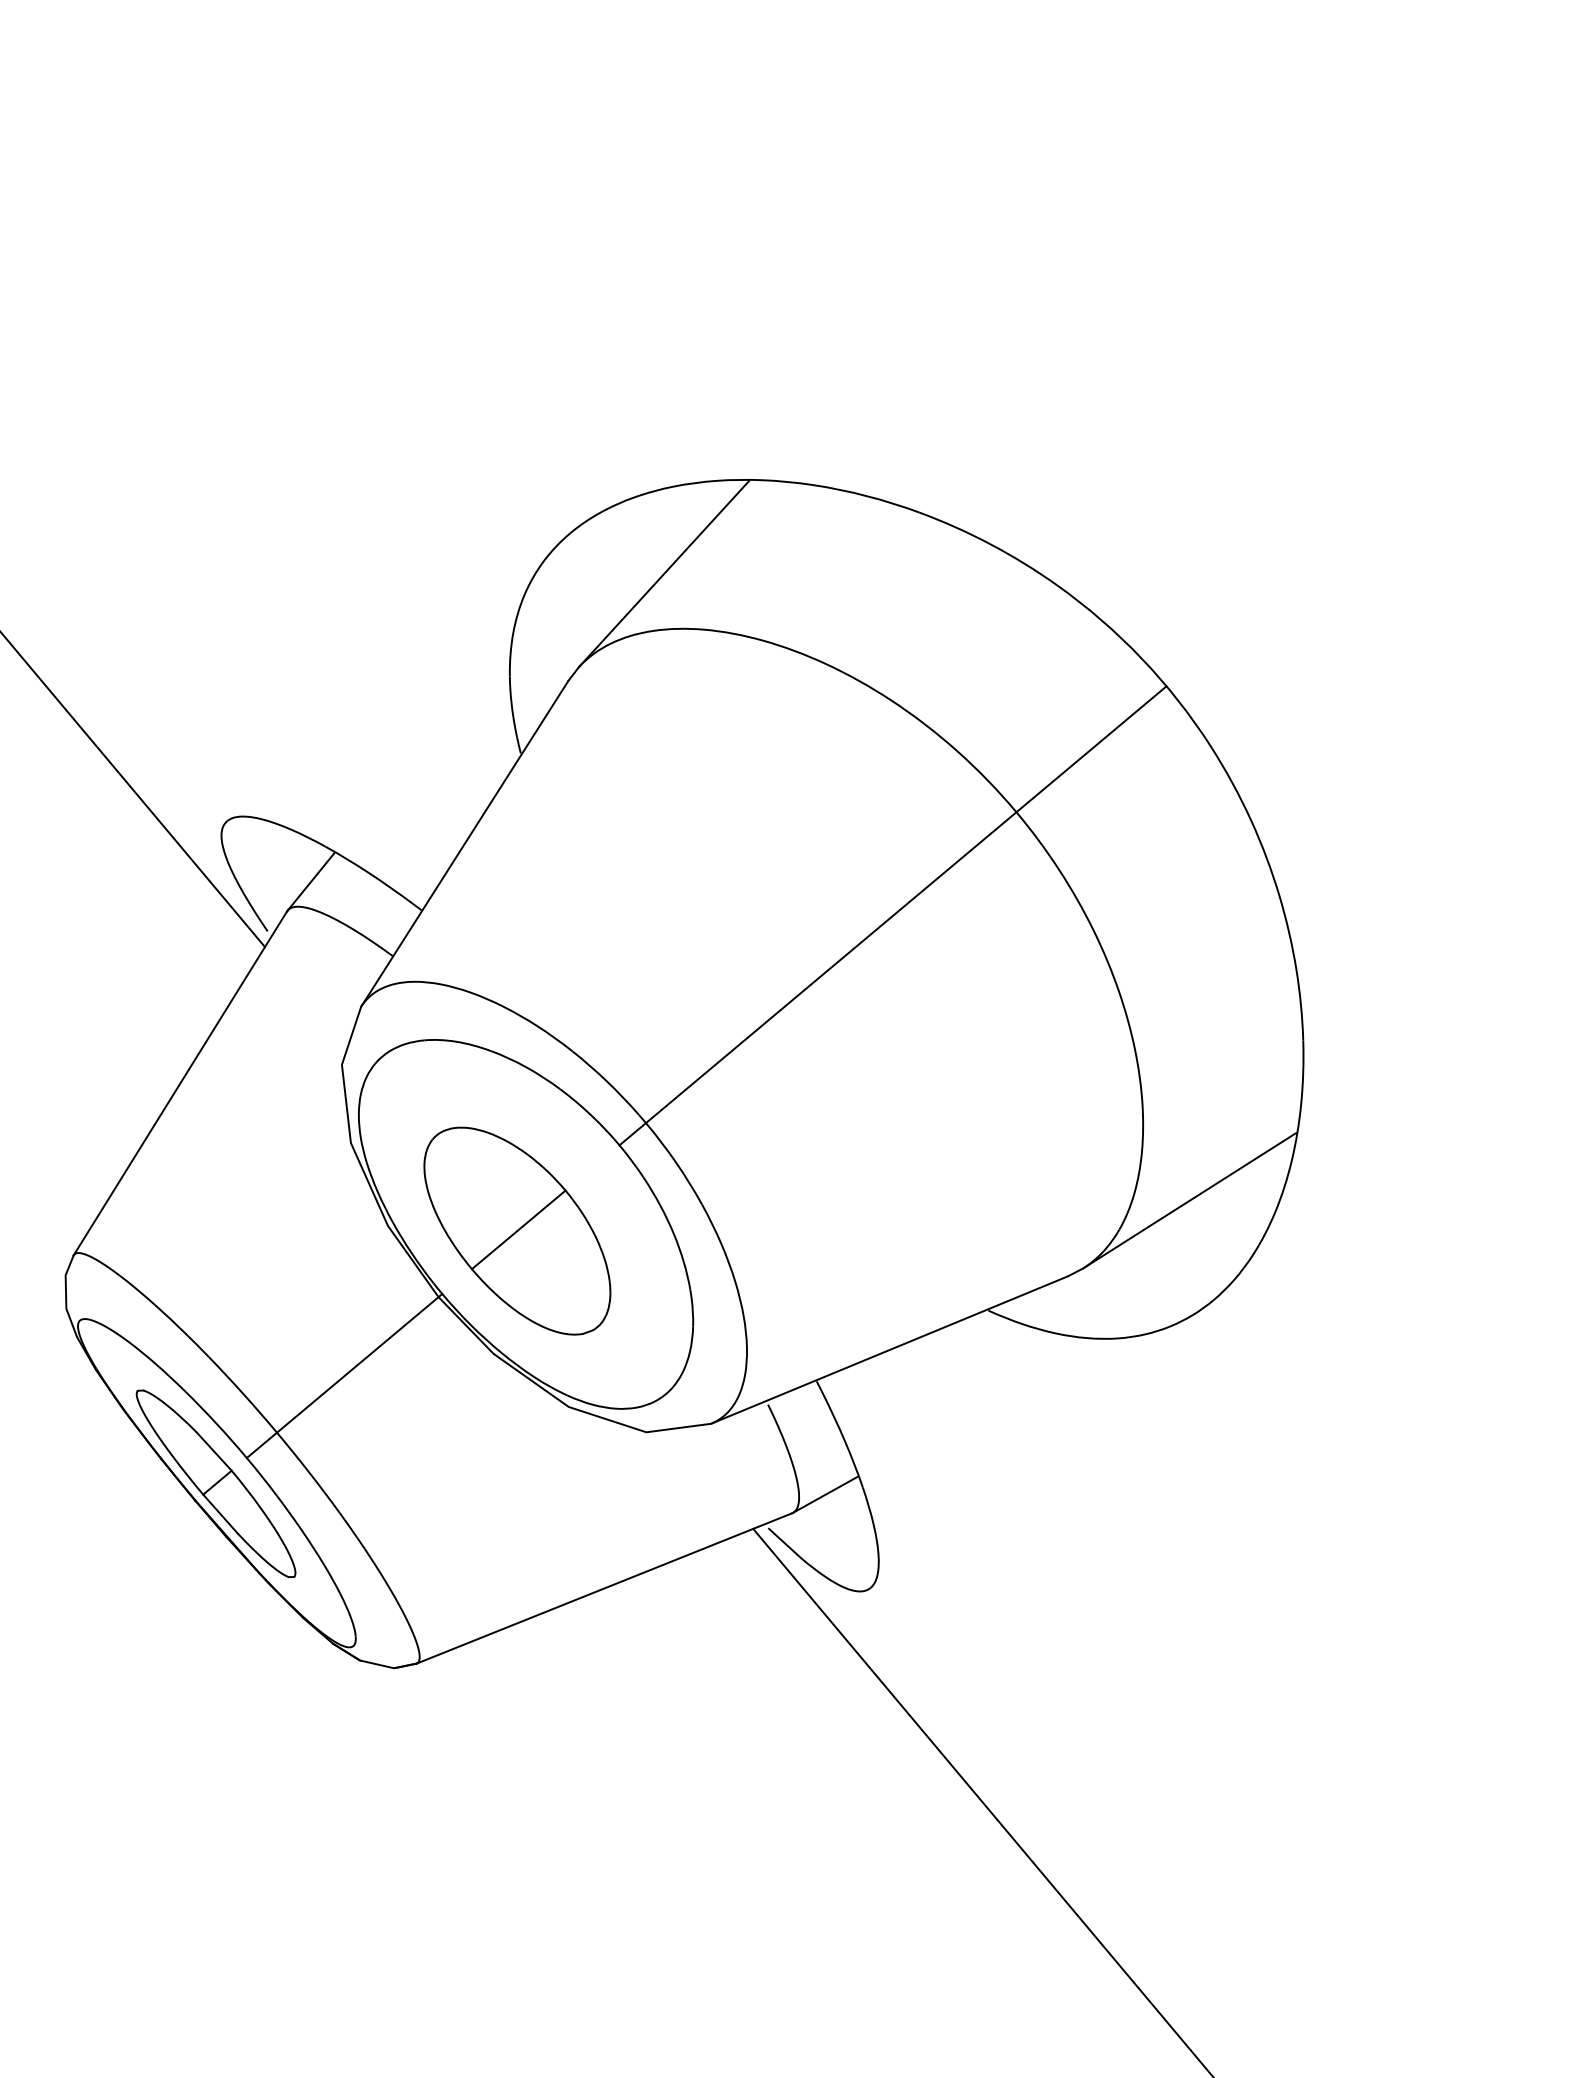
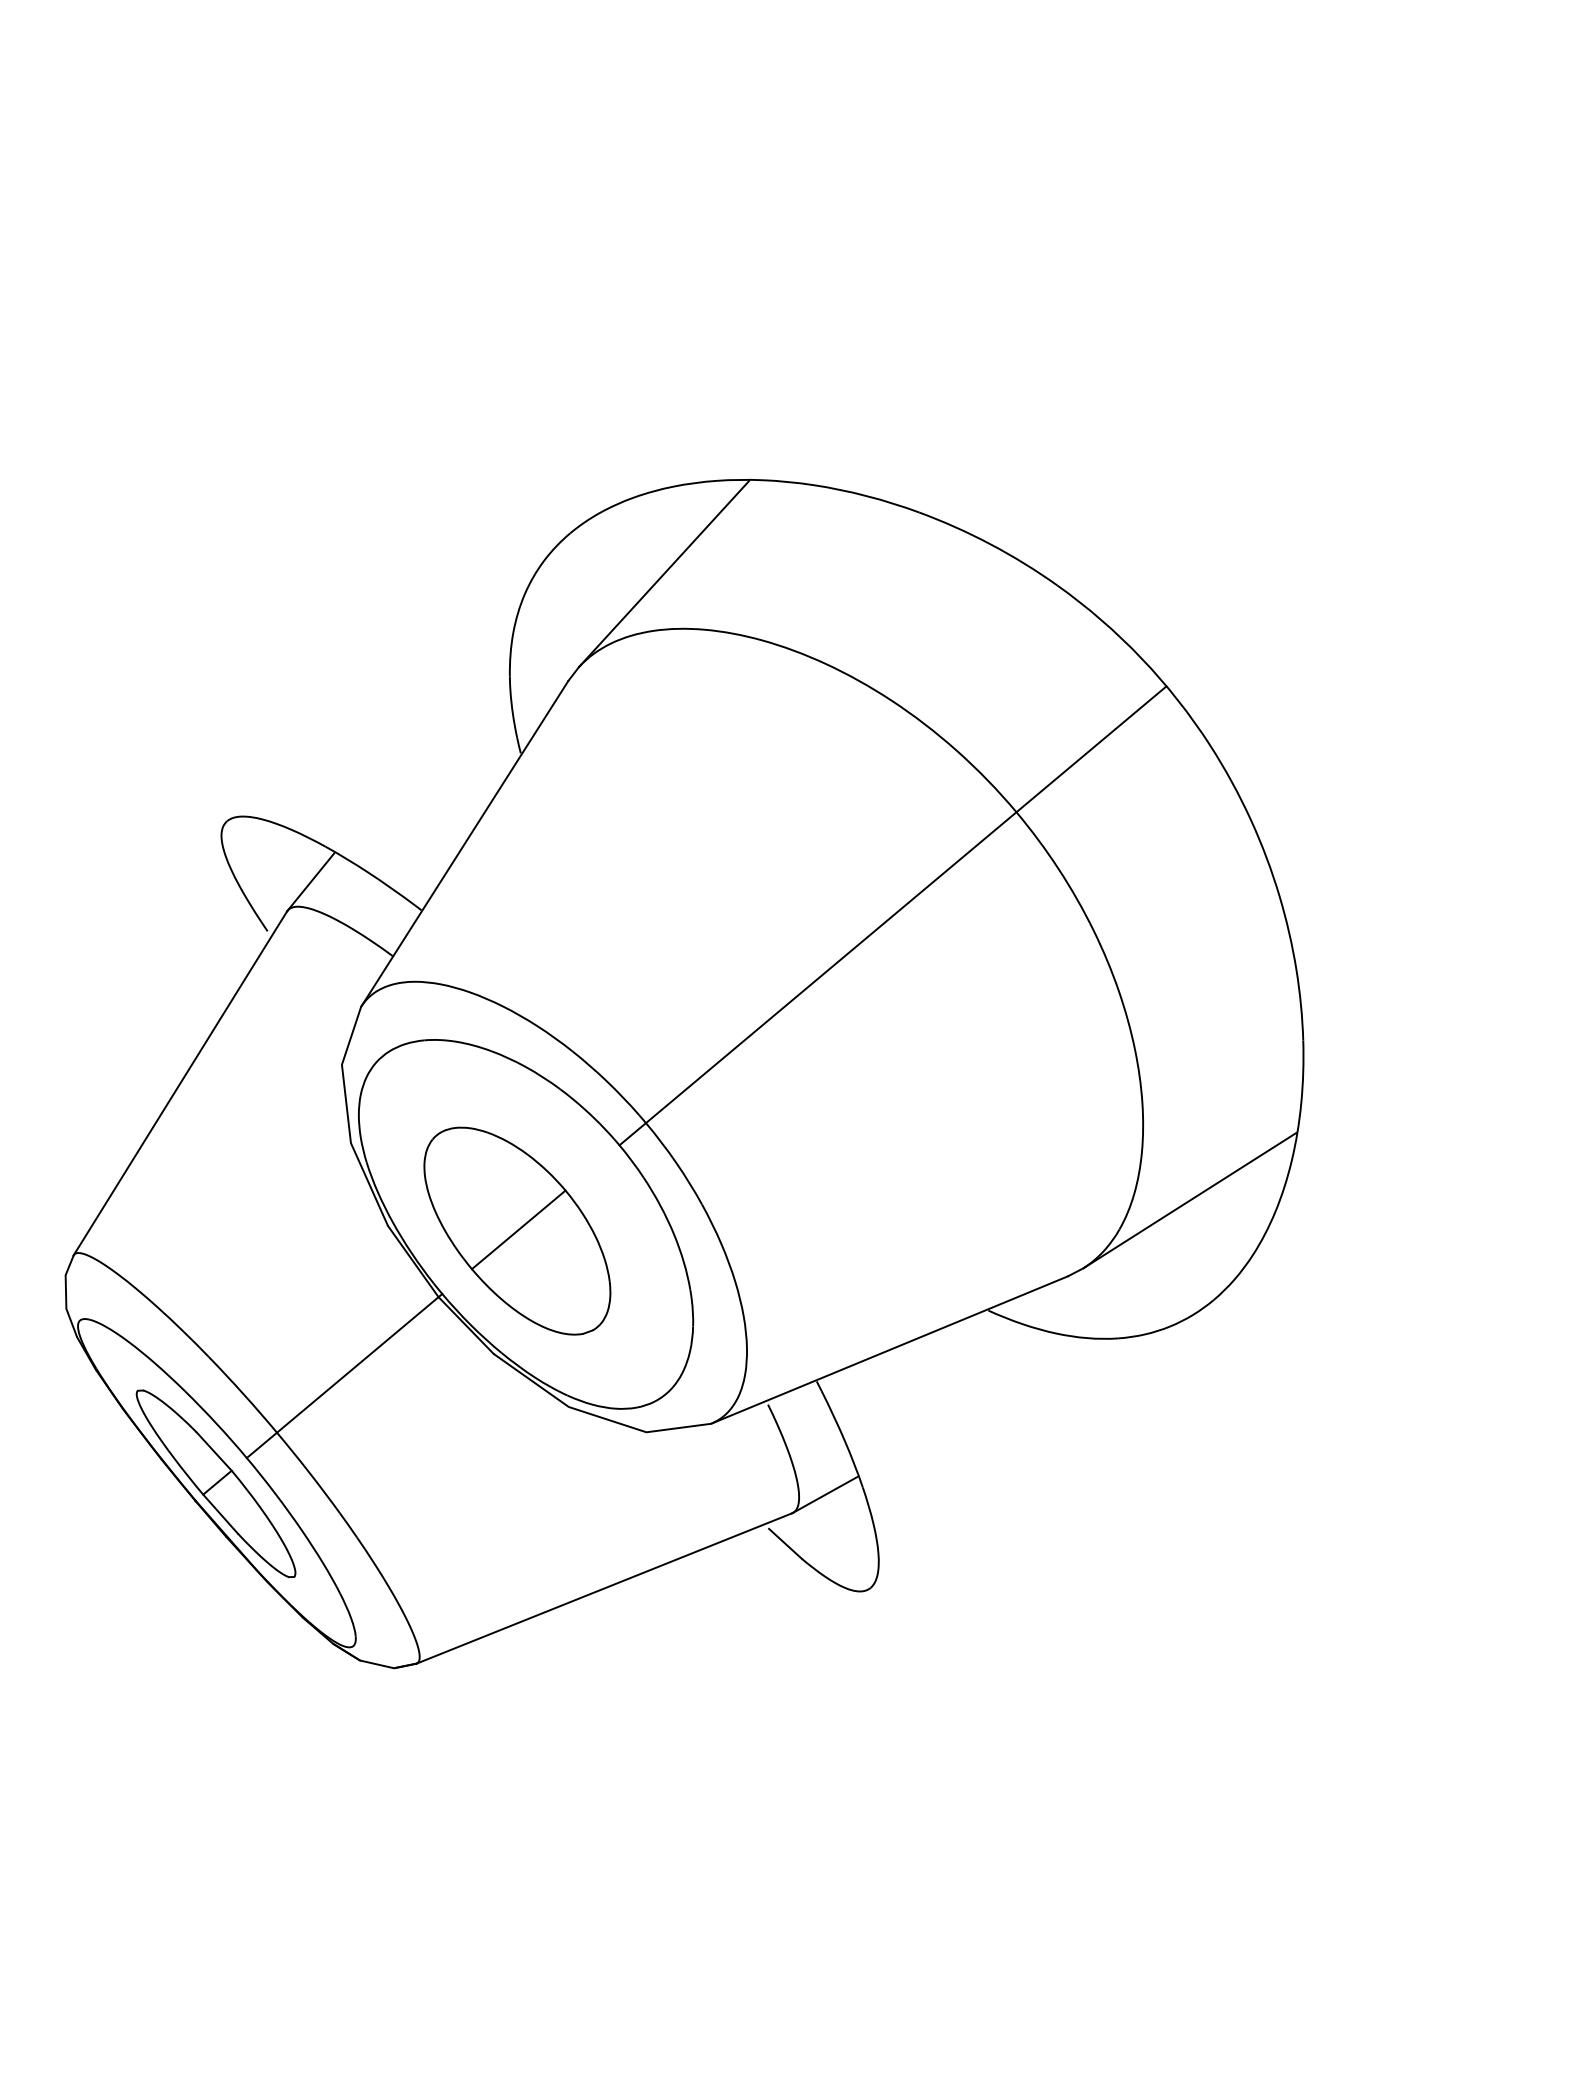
line at (133, 790): present -> none
line at (982, 1801): present -> none
